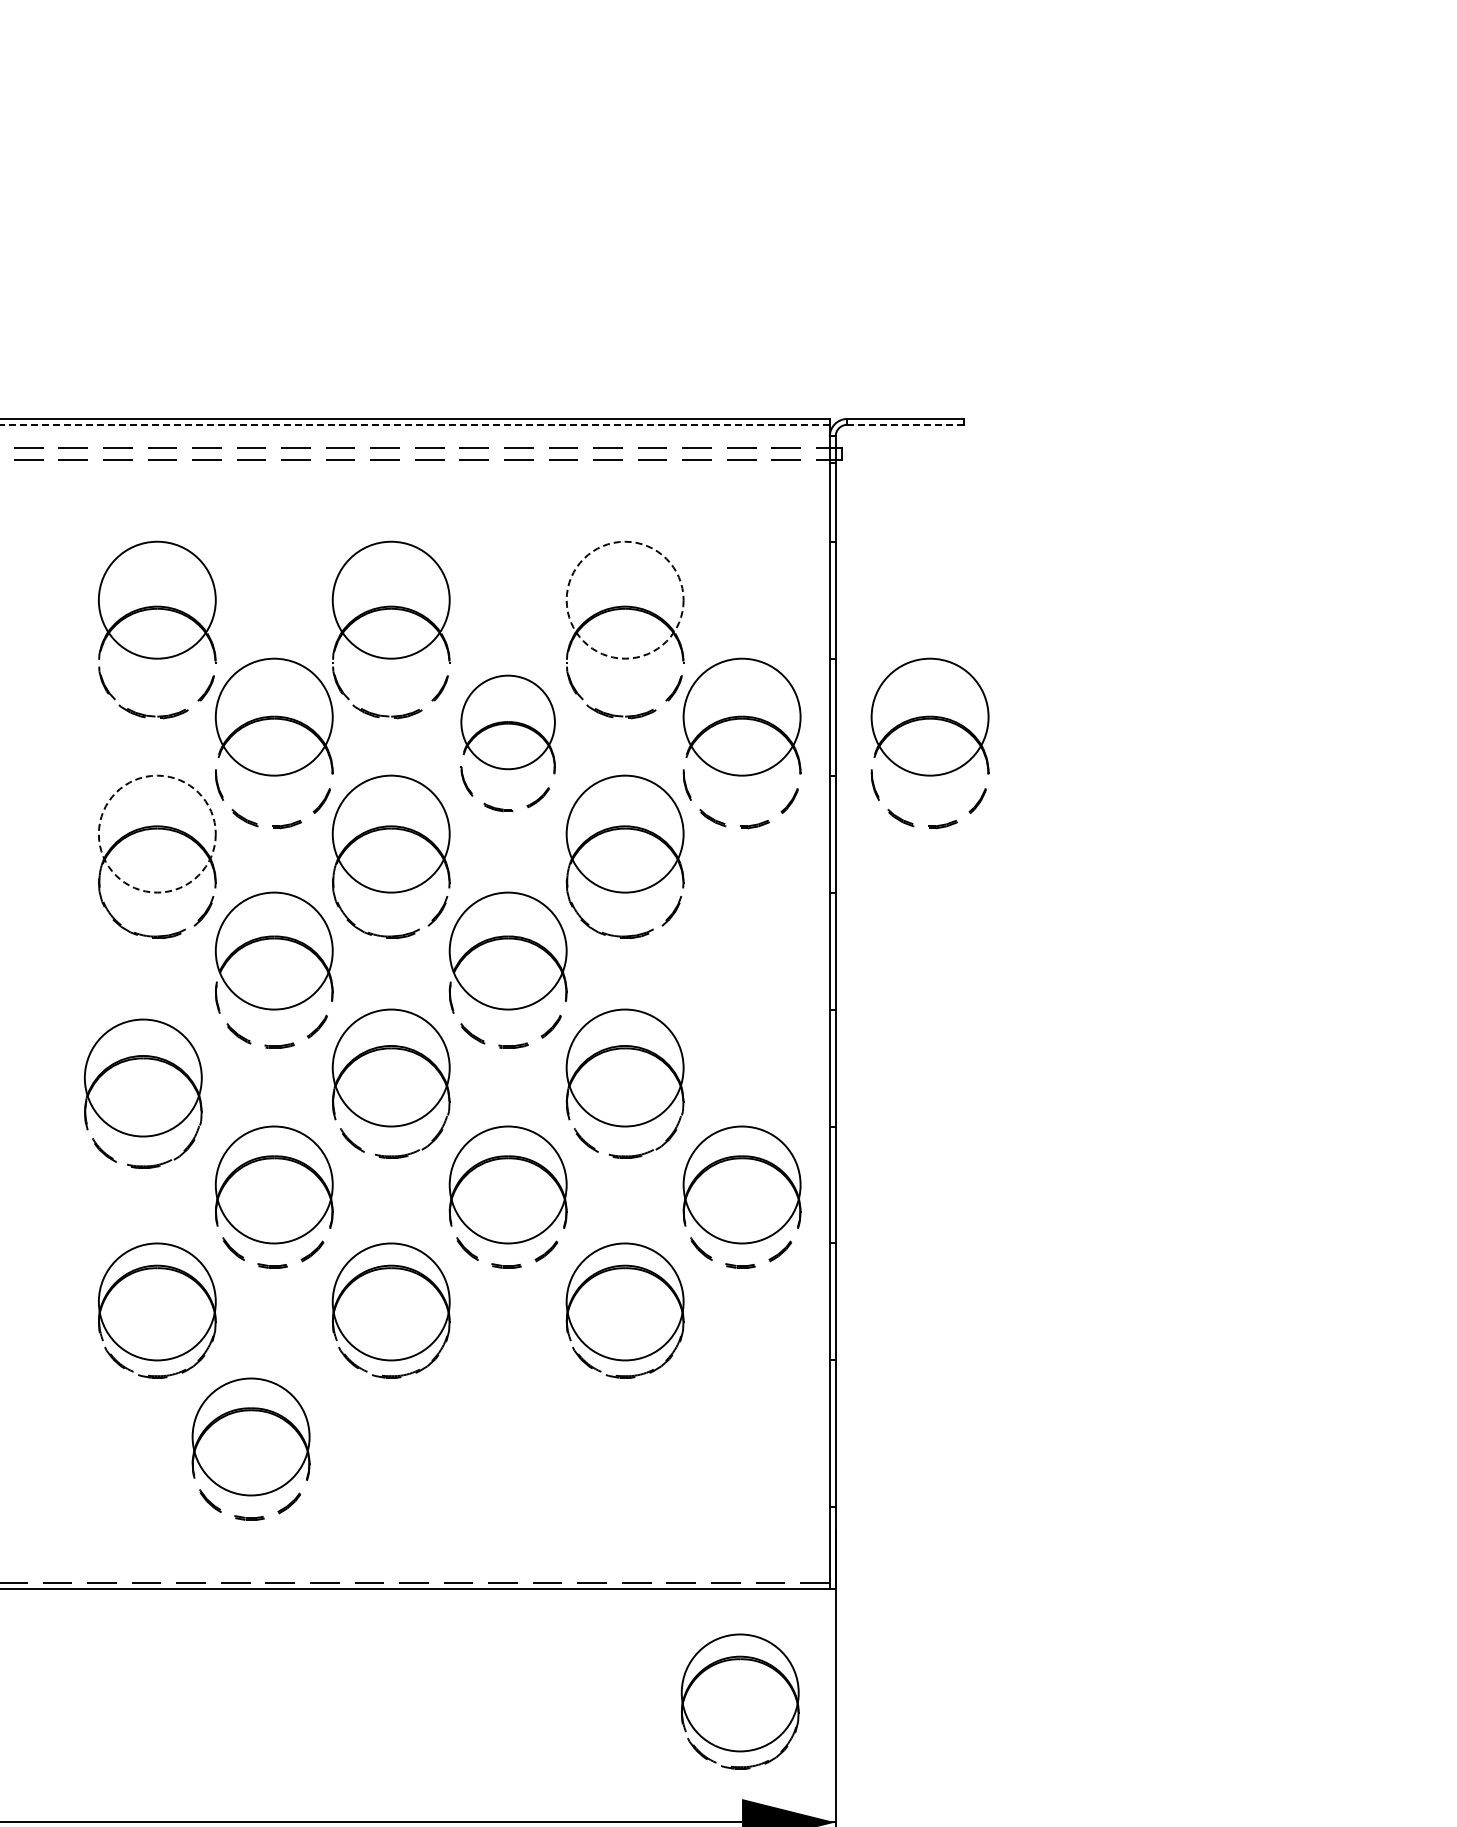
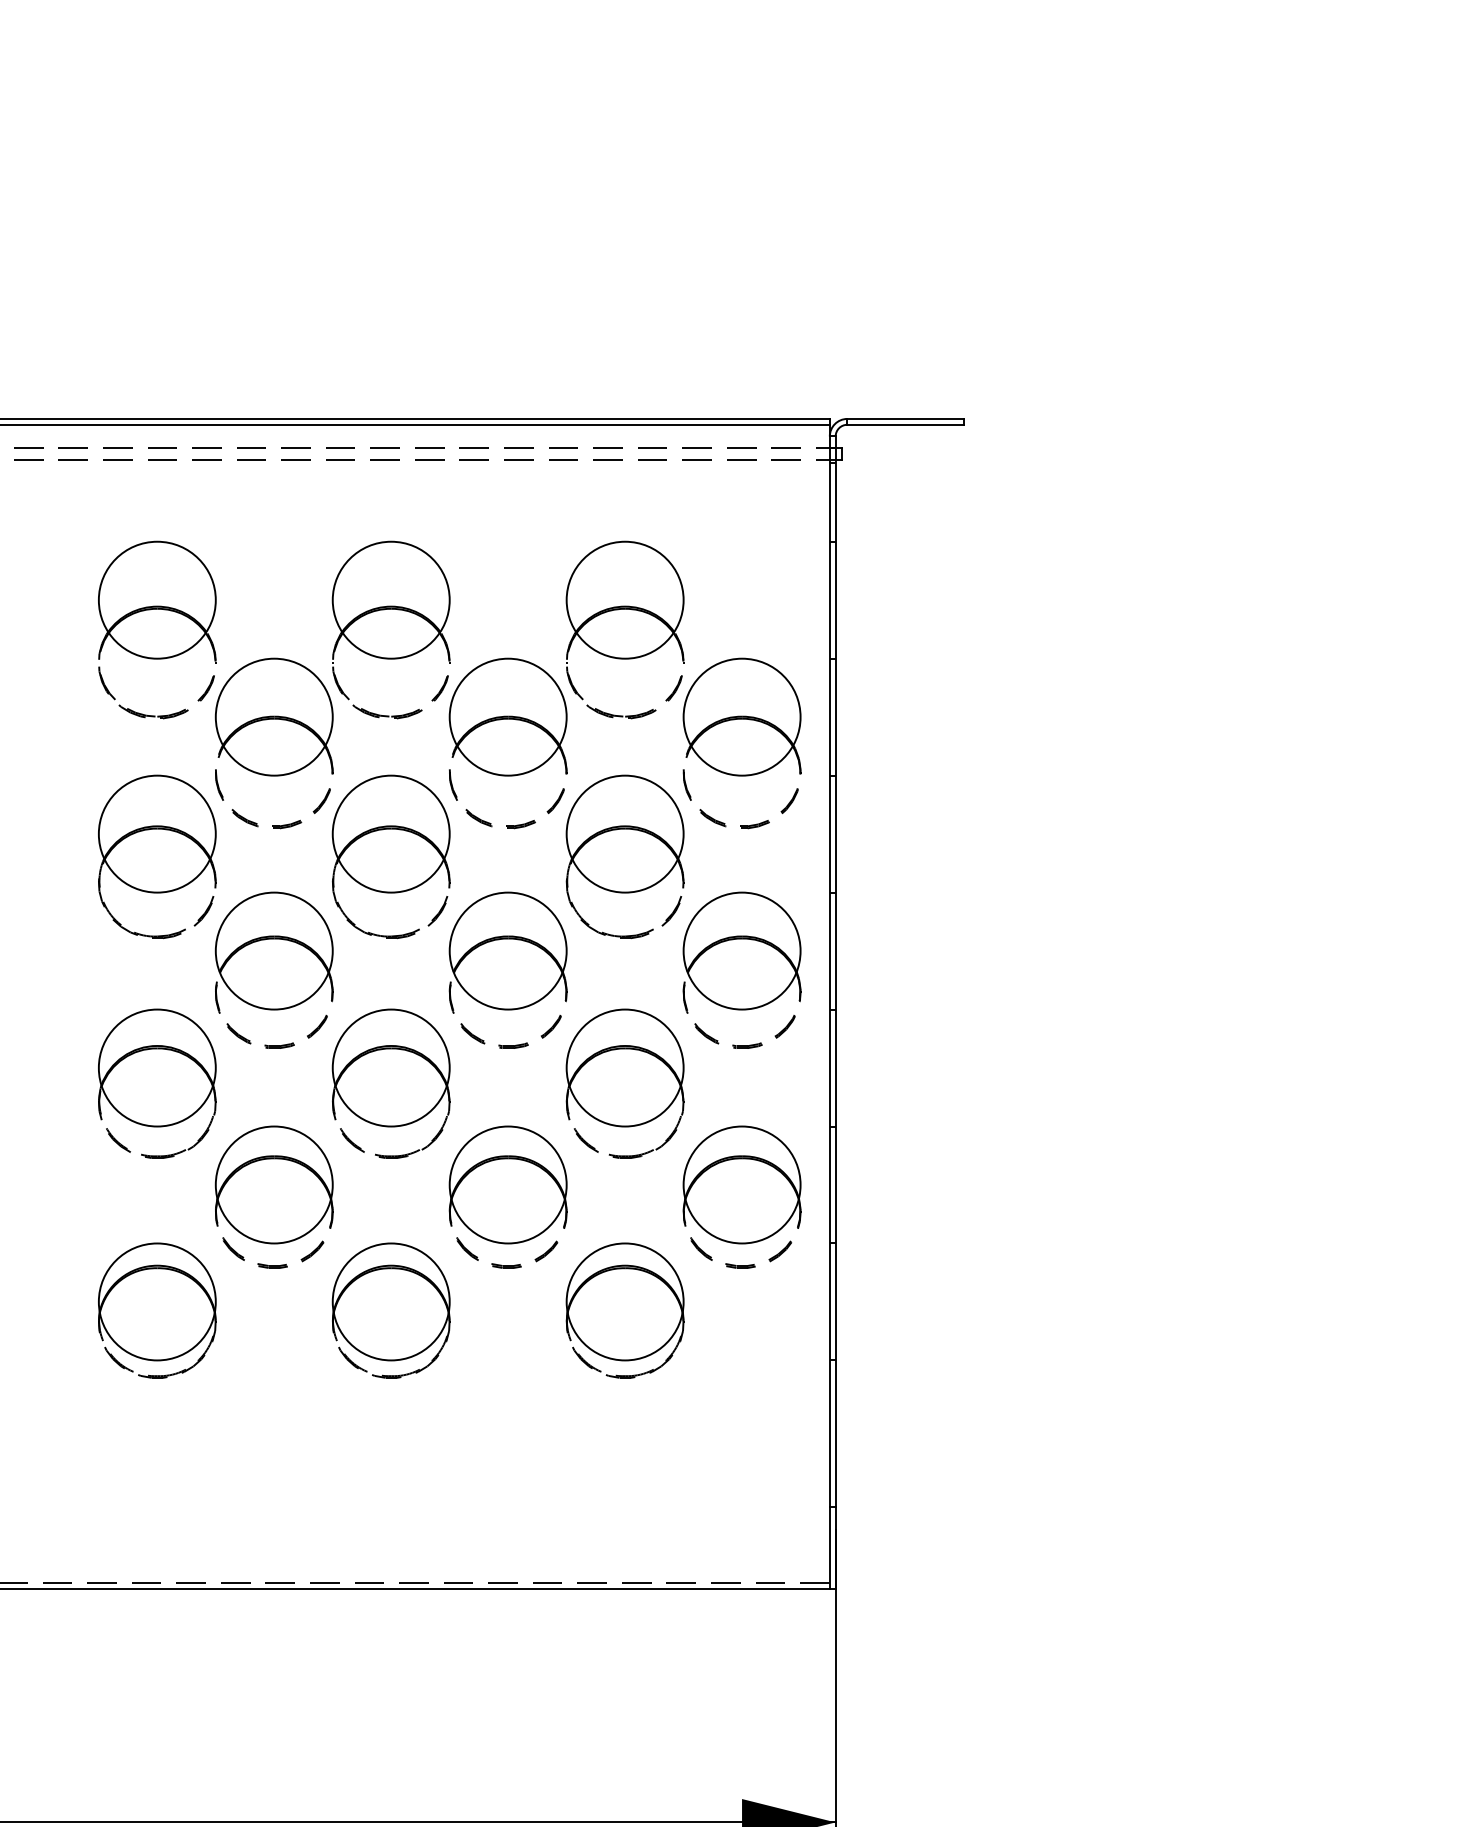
line at (414, 424): dashed -> solid
line at (905, 424): dashed -> solid
circle at (624, 599): dashed -> solid
part at (507, 743) size: 96x139 px -> 120x173 px
part at (929, 743): present -> none
circle at (156, 833): dashed -> solid
part at (741, 969): none -> present
part at (143, 1093) position: (143, 1093) -> (157, 1083)
part at (250, 1448): present -> none
part at (739, 1701): present -> none
